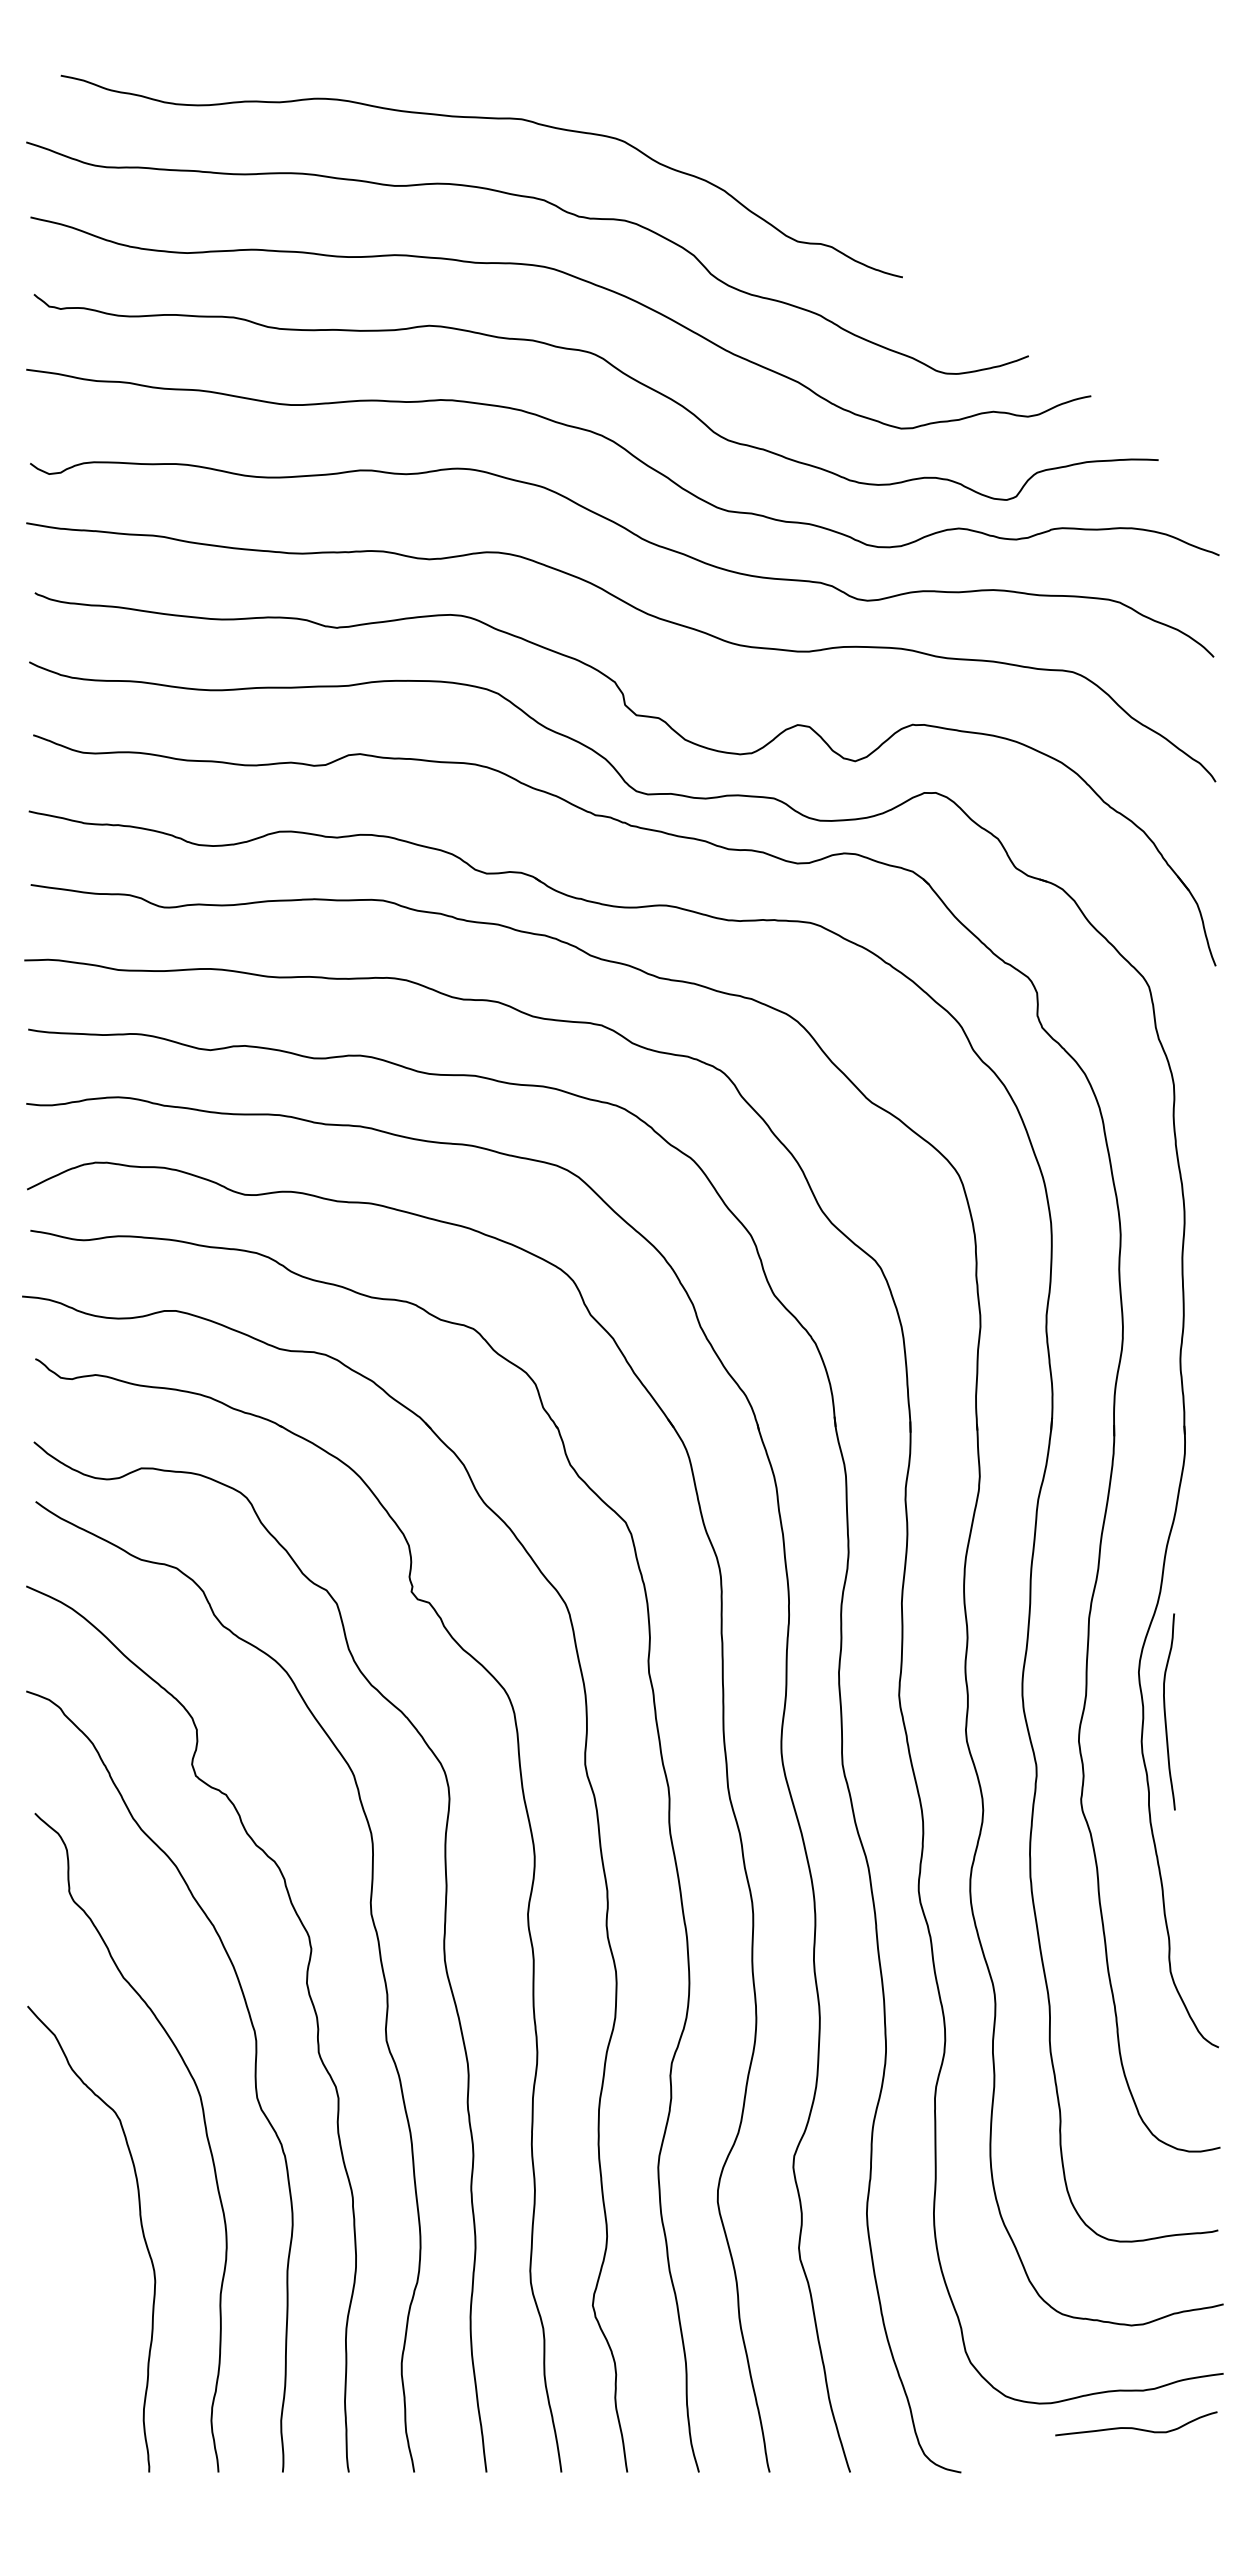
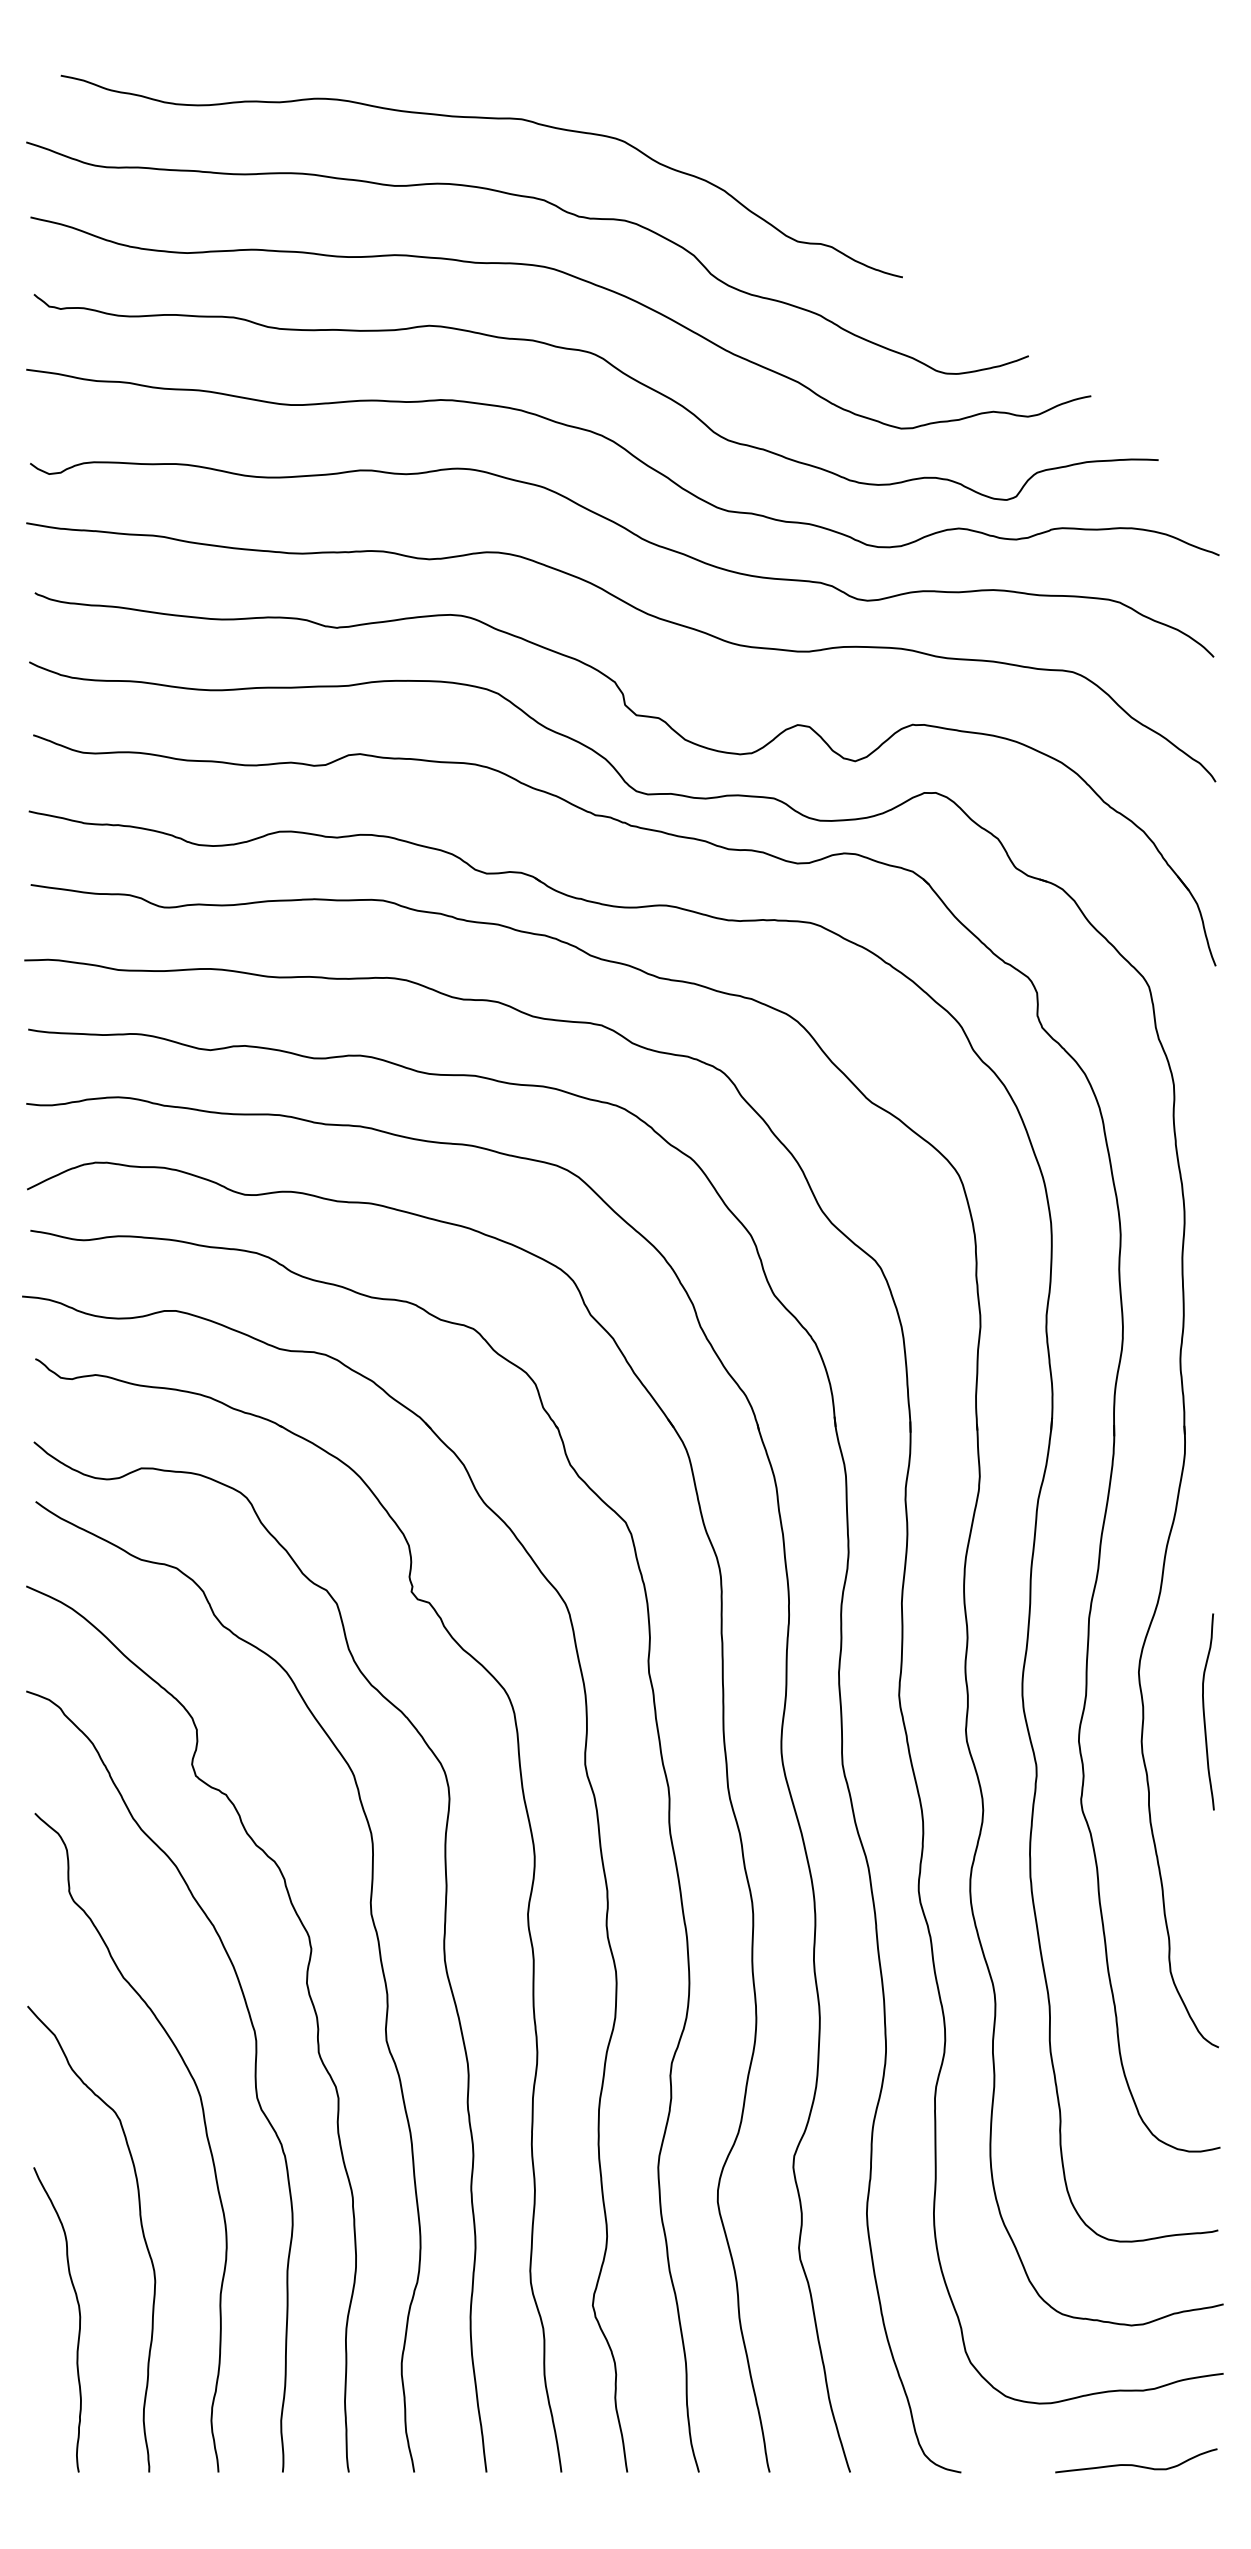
curve at (1165, 1711) position: (1165, 1711) -> (1204, 1711)
curve at (79, 2319): none -> present
curve at (1135, 2427) position: (1135, 2427) -> (1135, 2464)
